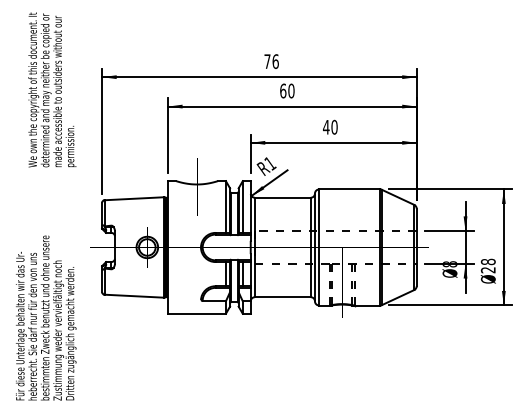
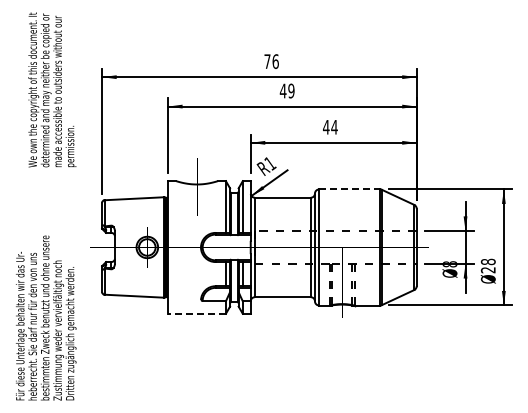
text at (286, 90): 60 -> 49
text at (334, 126): 40 -> 44
line at (349, 189): solid -> dashed
line at (196, 313): solid -> dashed
